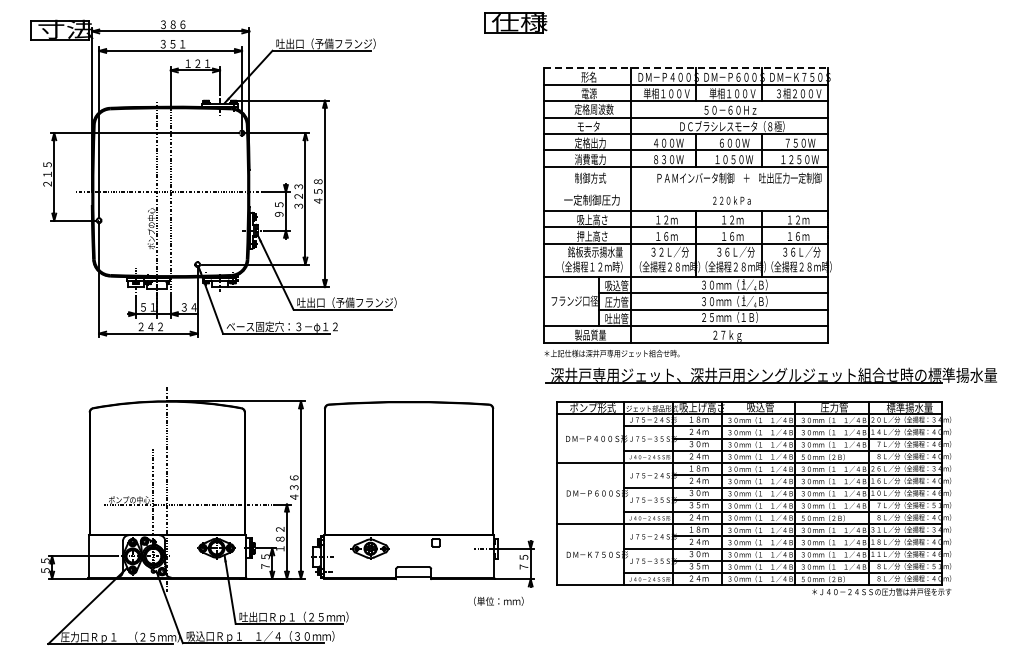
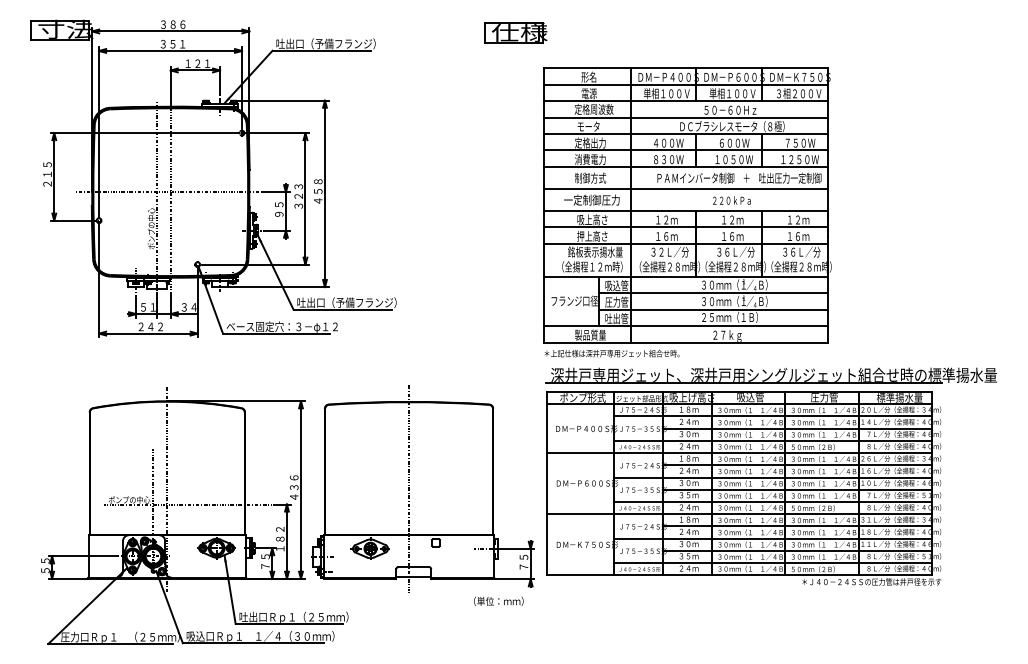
part at (515, 22) position: (515, 22) -> (515, 32)
line at (686, 68): dashed -> solid
line at (686, 188): none -> present
line at (409, 488): none -> present
part at (753, 498) position: (753, 498) -> (743, 488)
